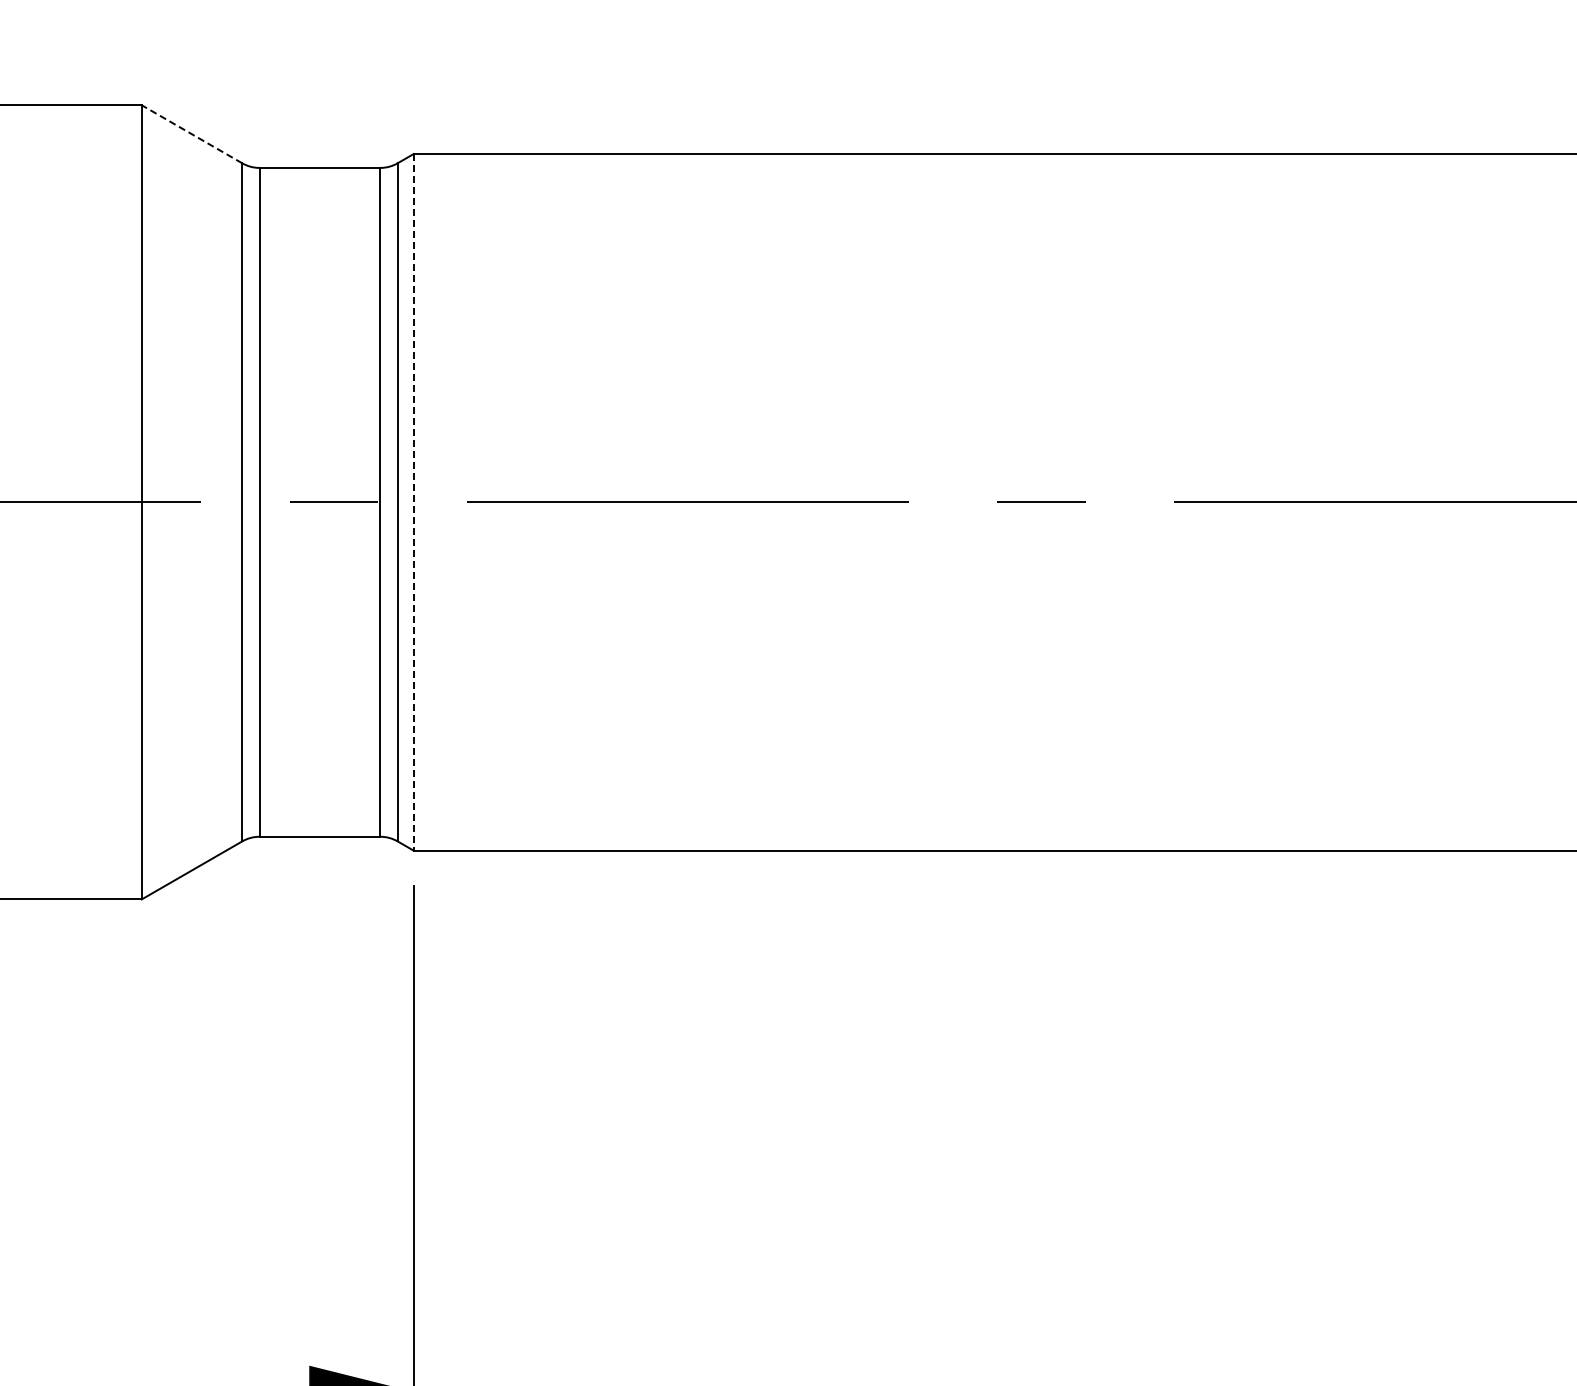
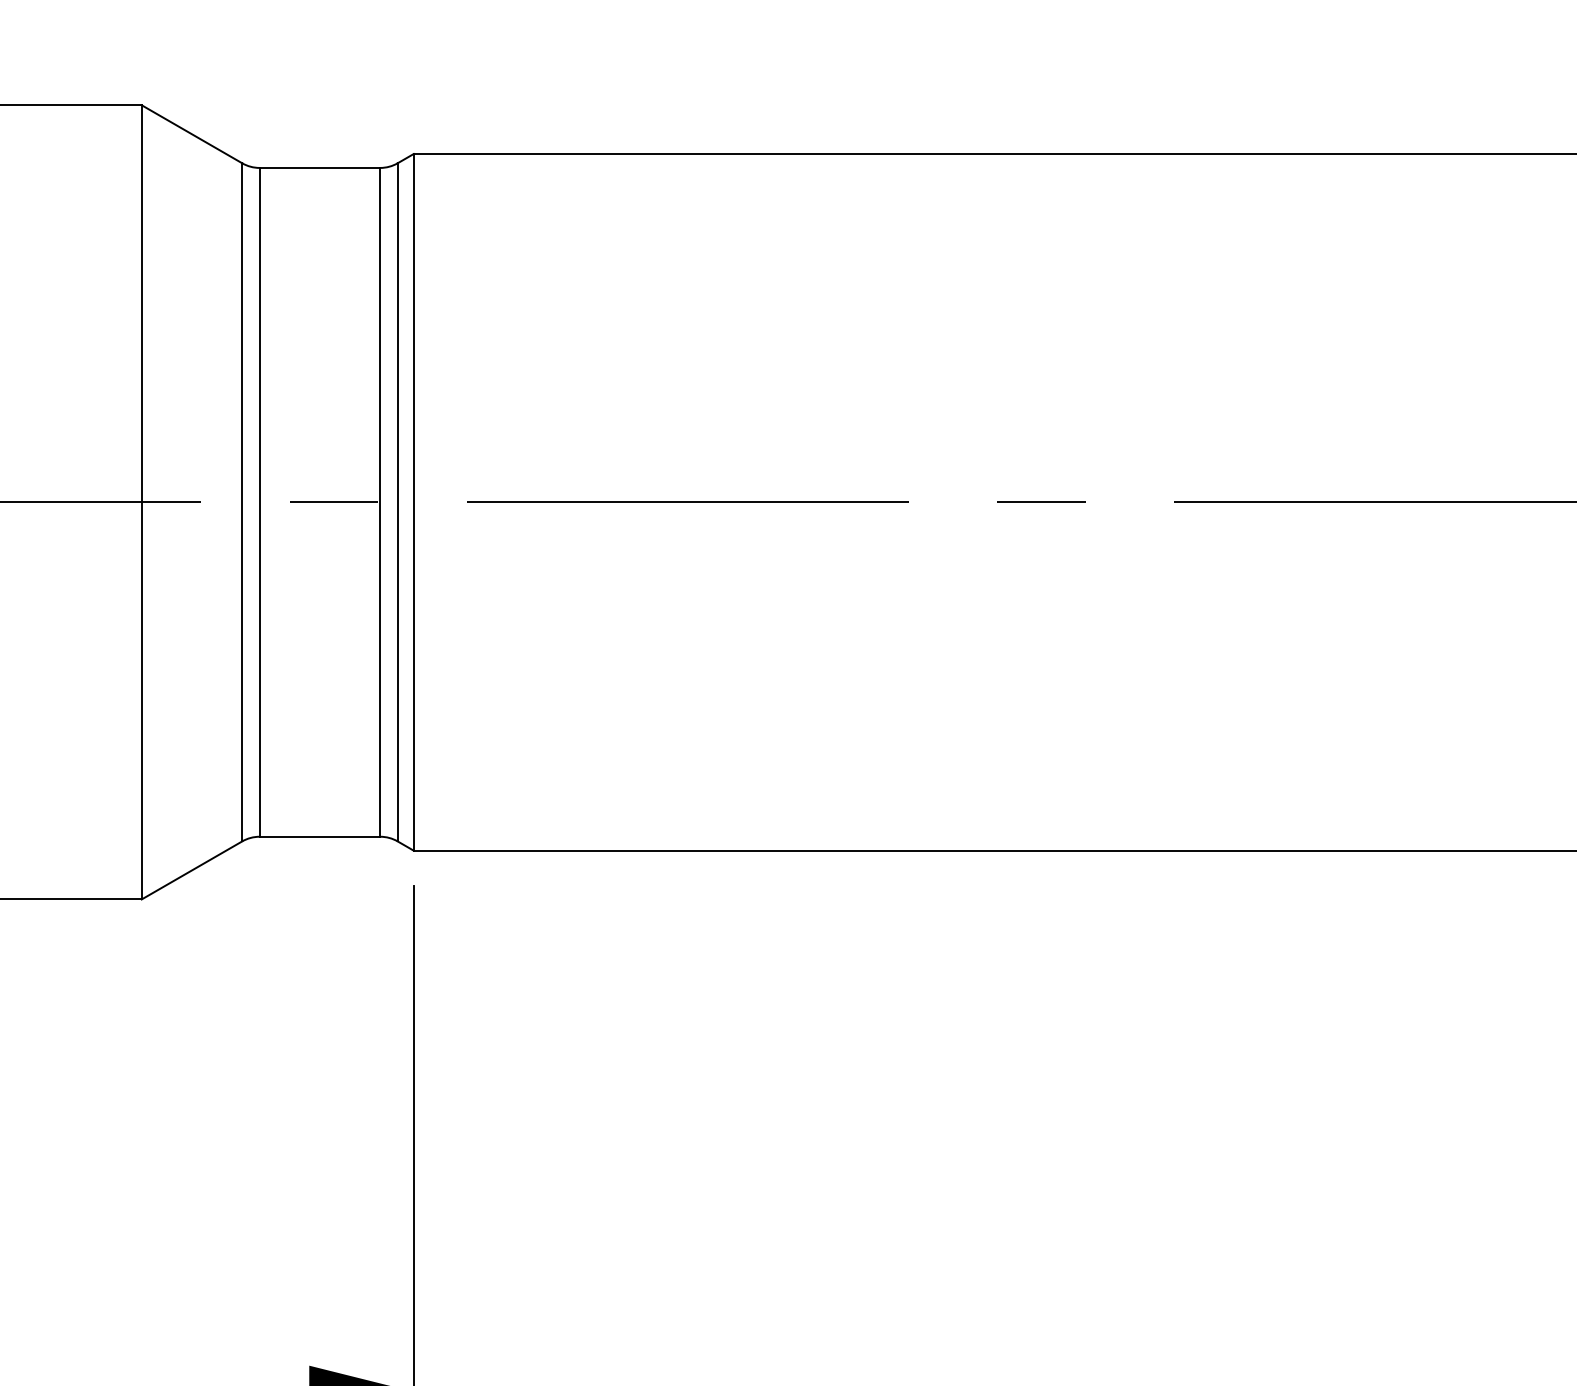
line at (191, 134): dashed -> solid
line at (413, 502): dashed -> solid
